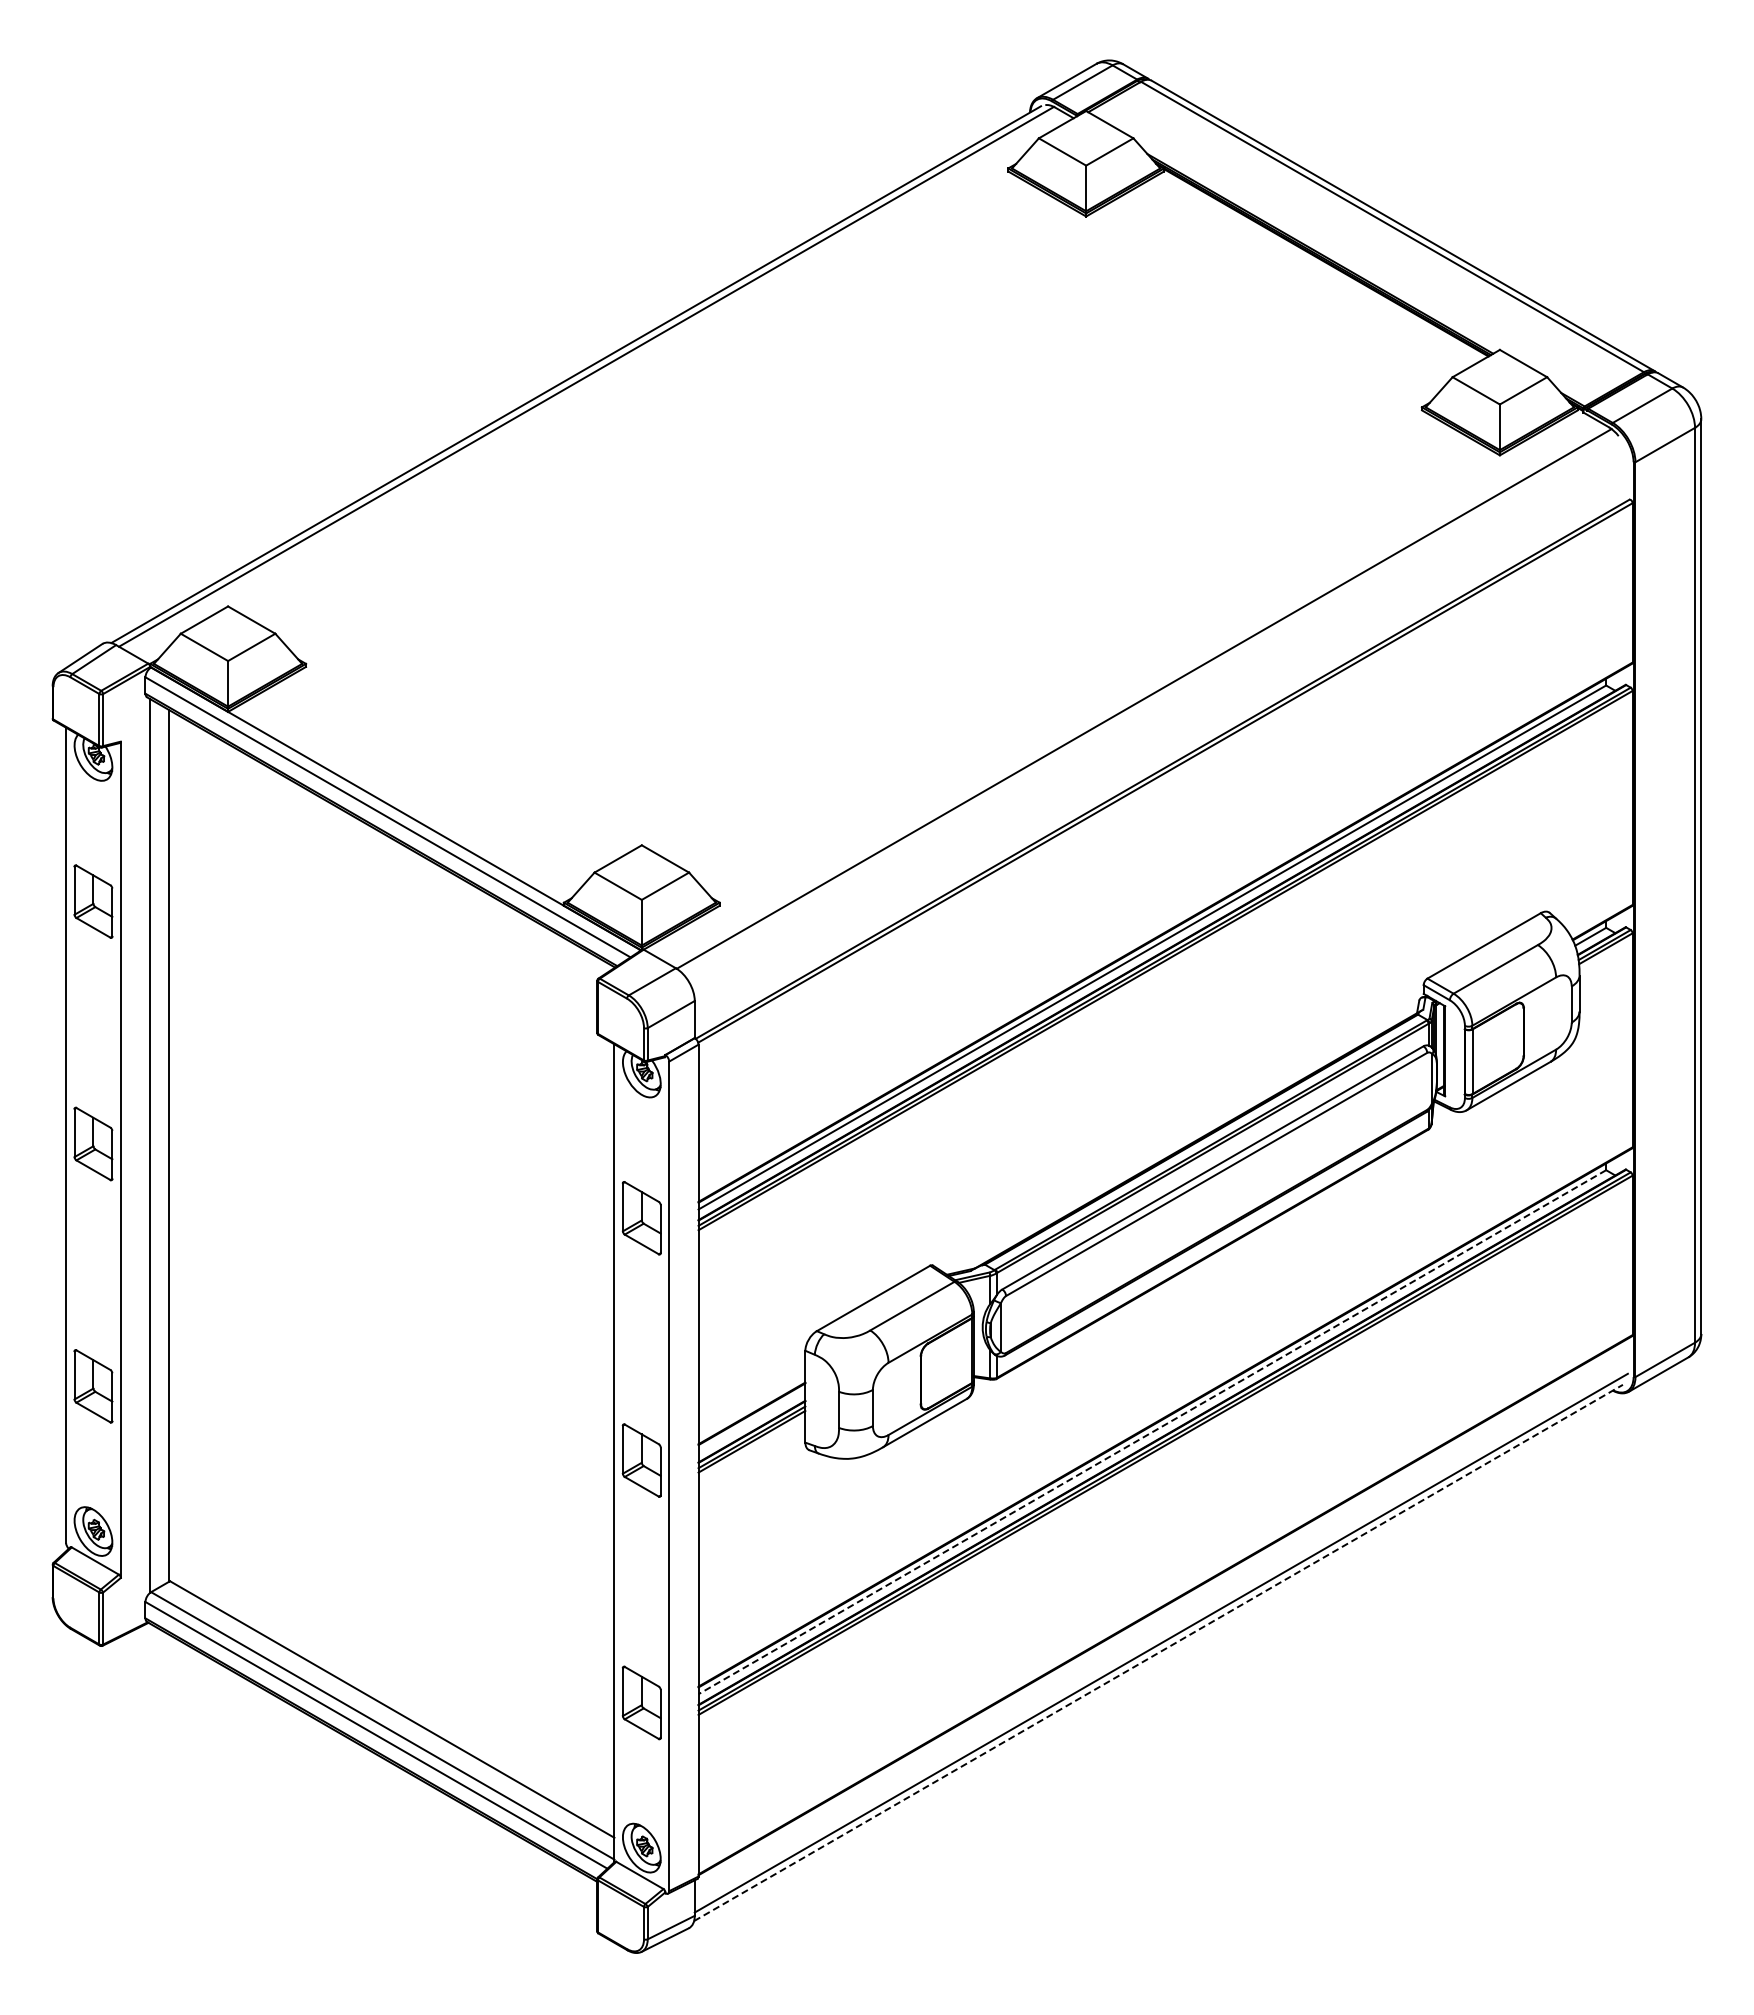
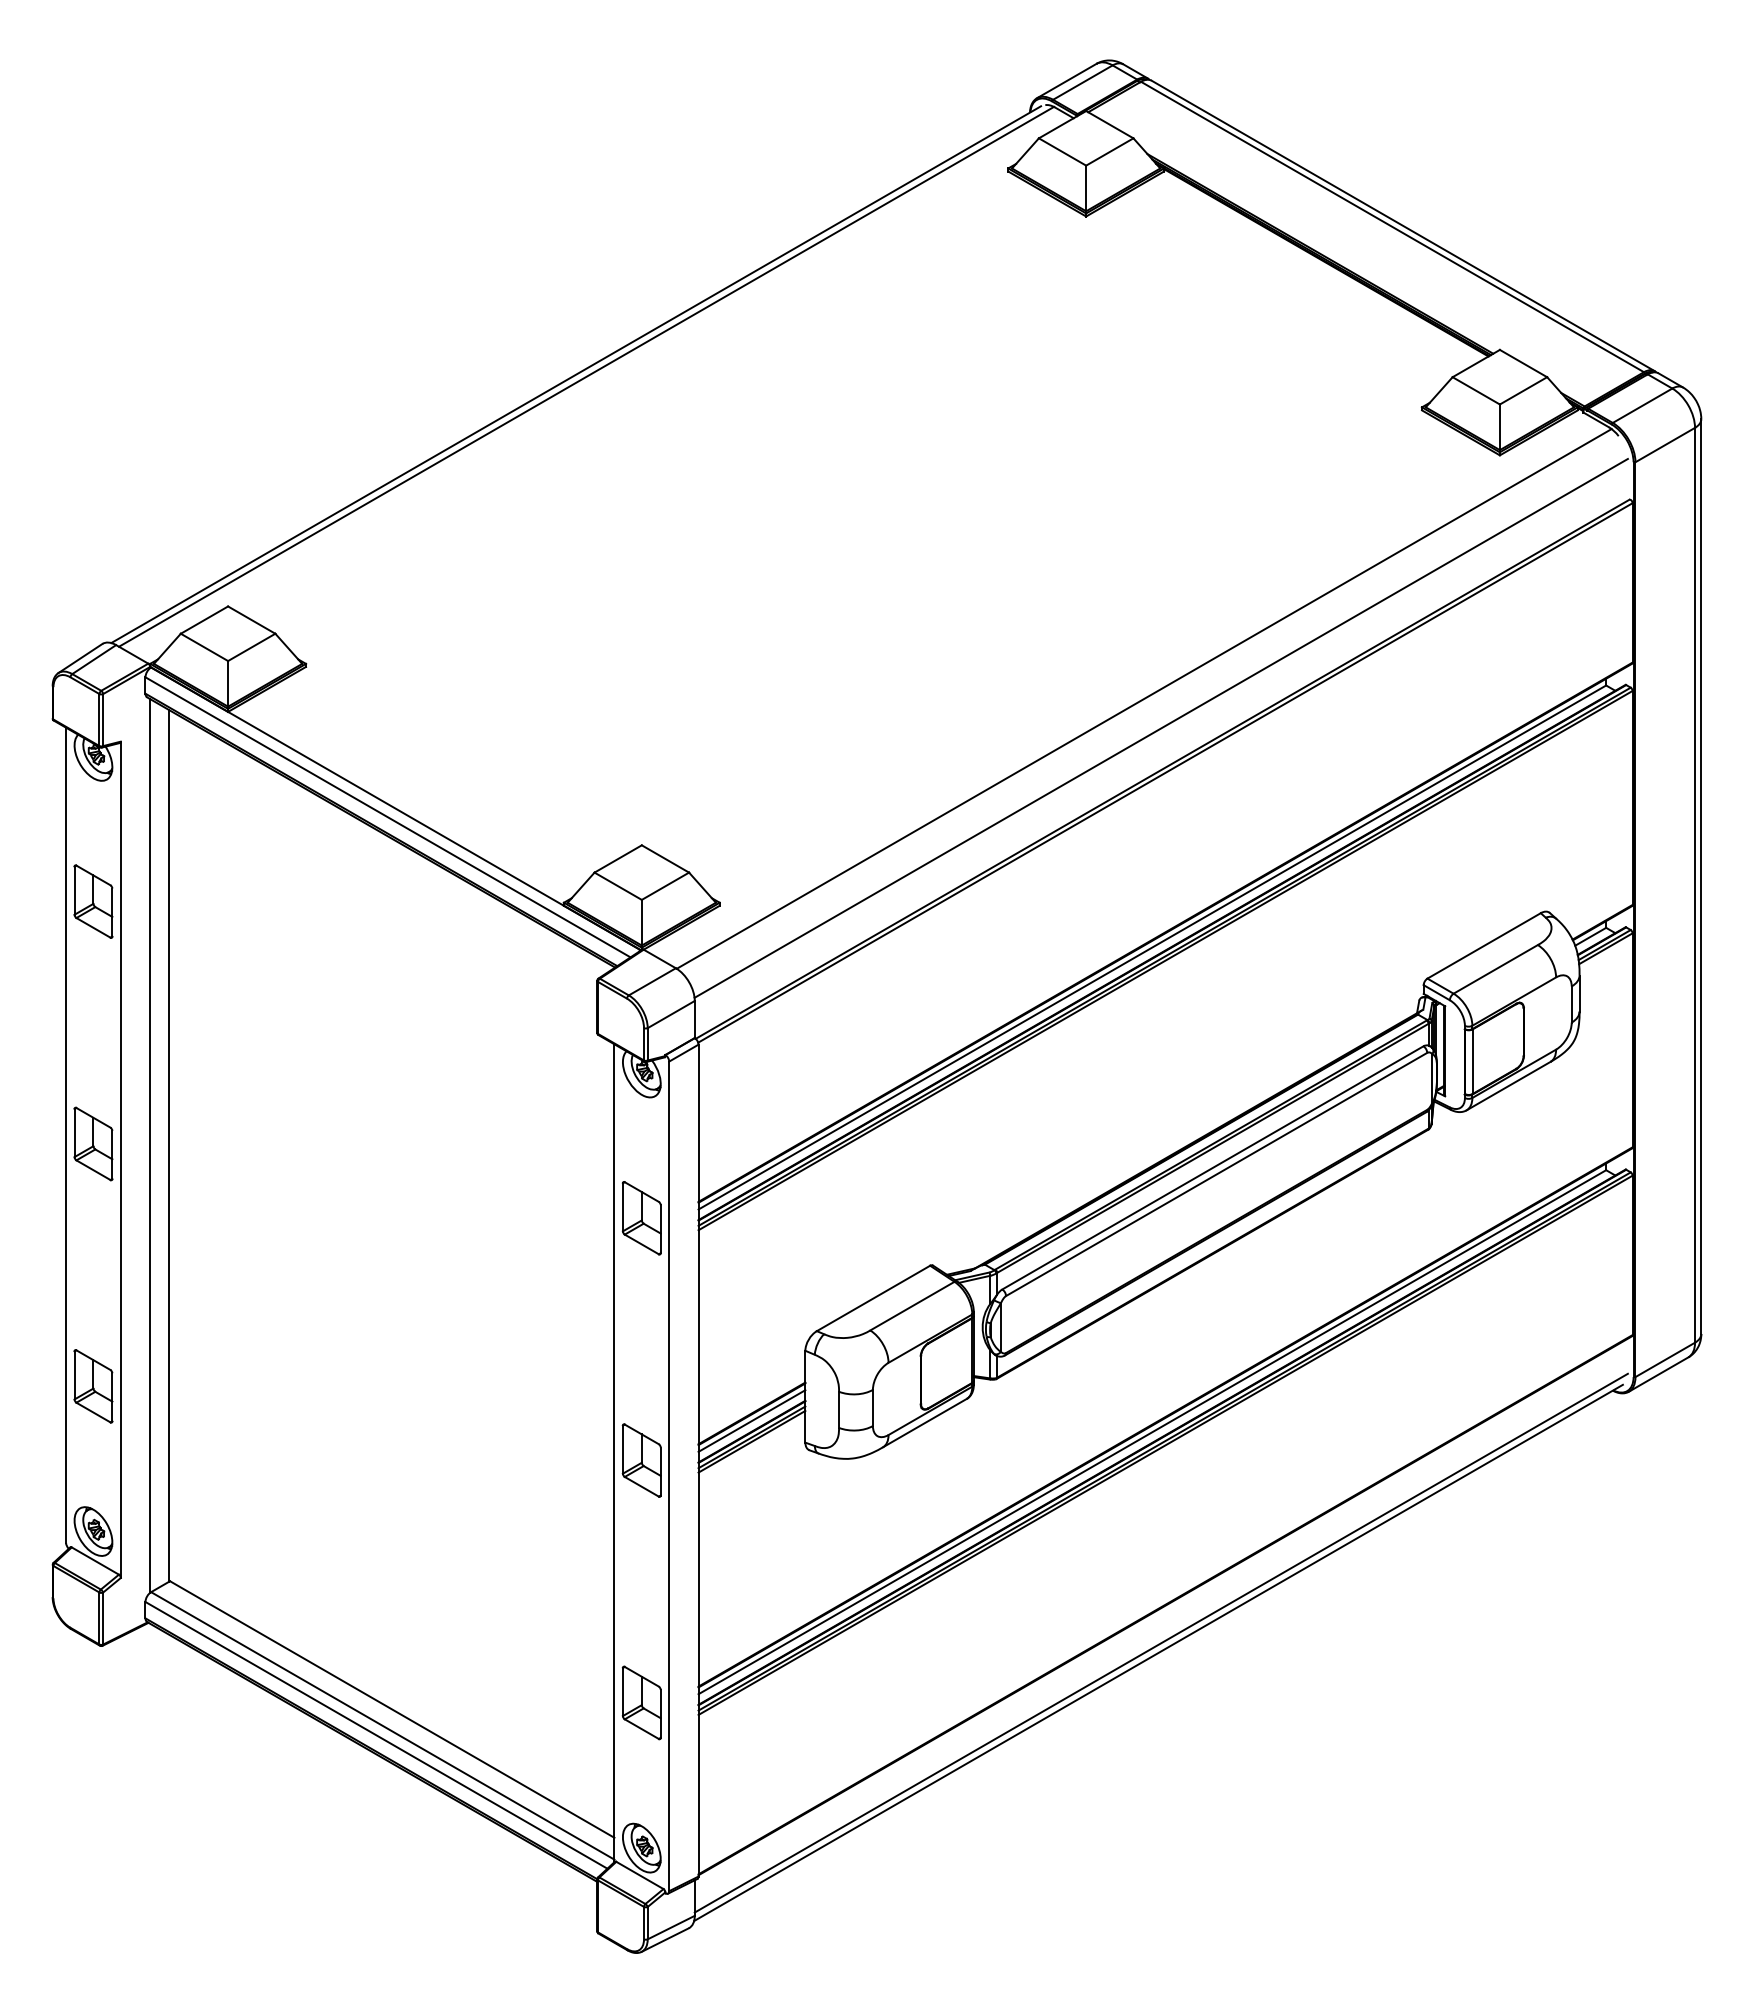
line at (1160, 727): none -> present
line at (751, 1420): none -> present
line at (1151, 1432): dashed -> solid
line at (1158, 1652): dashed -> solid
